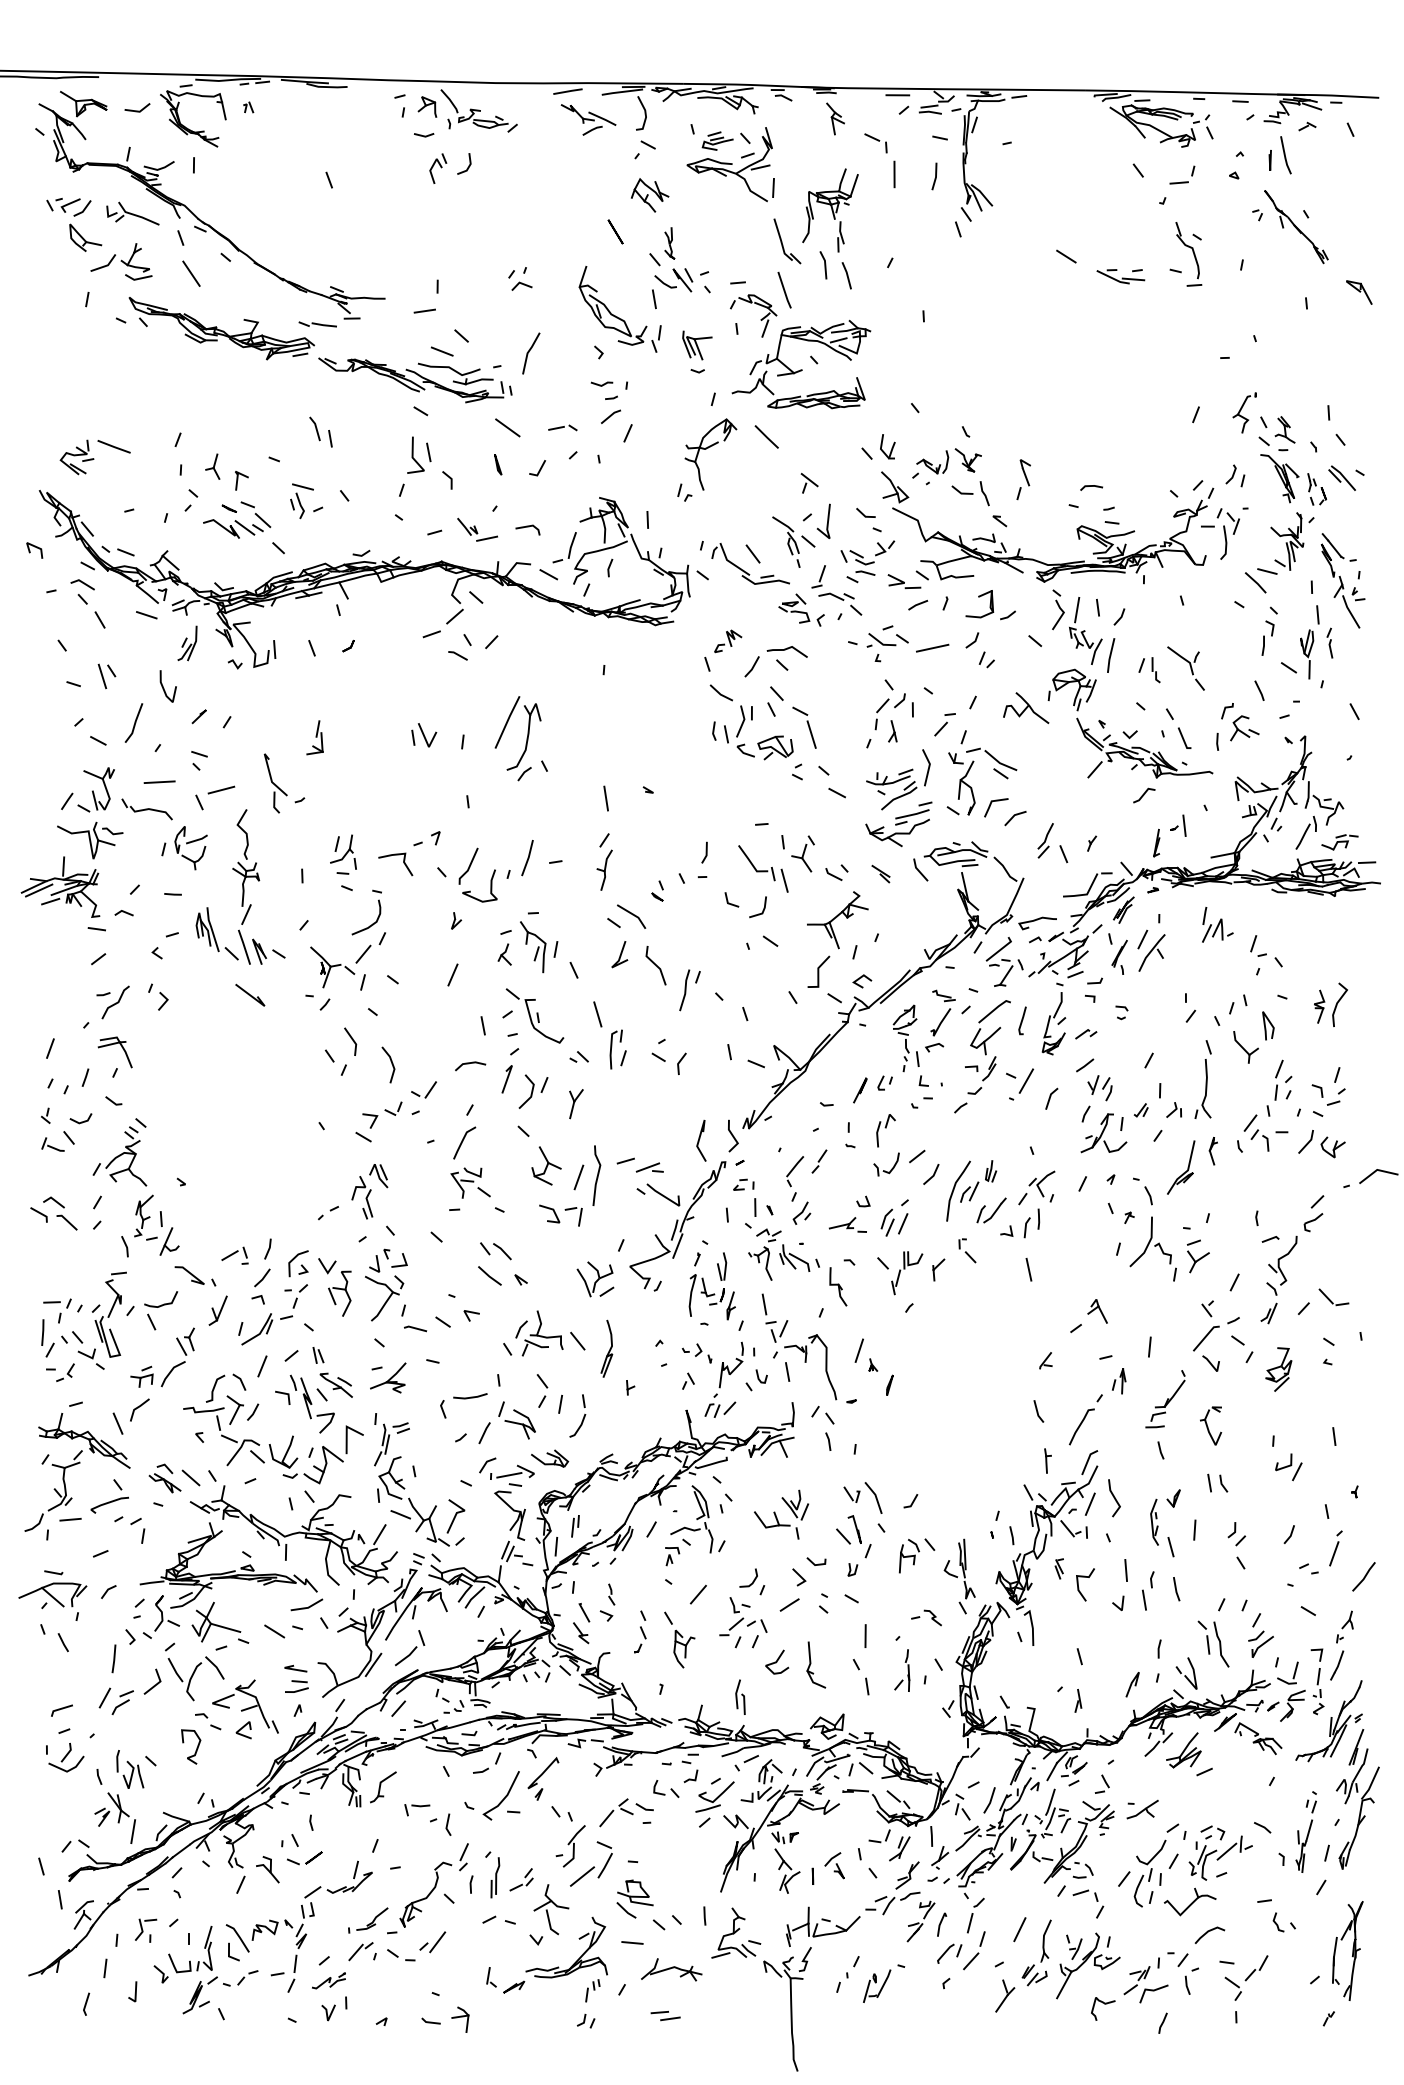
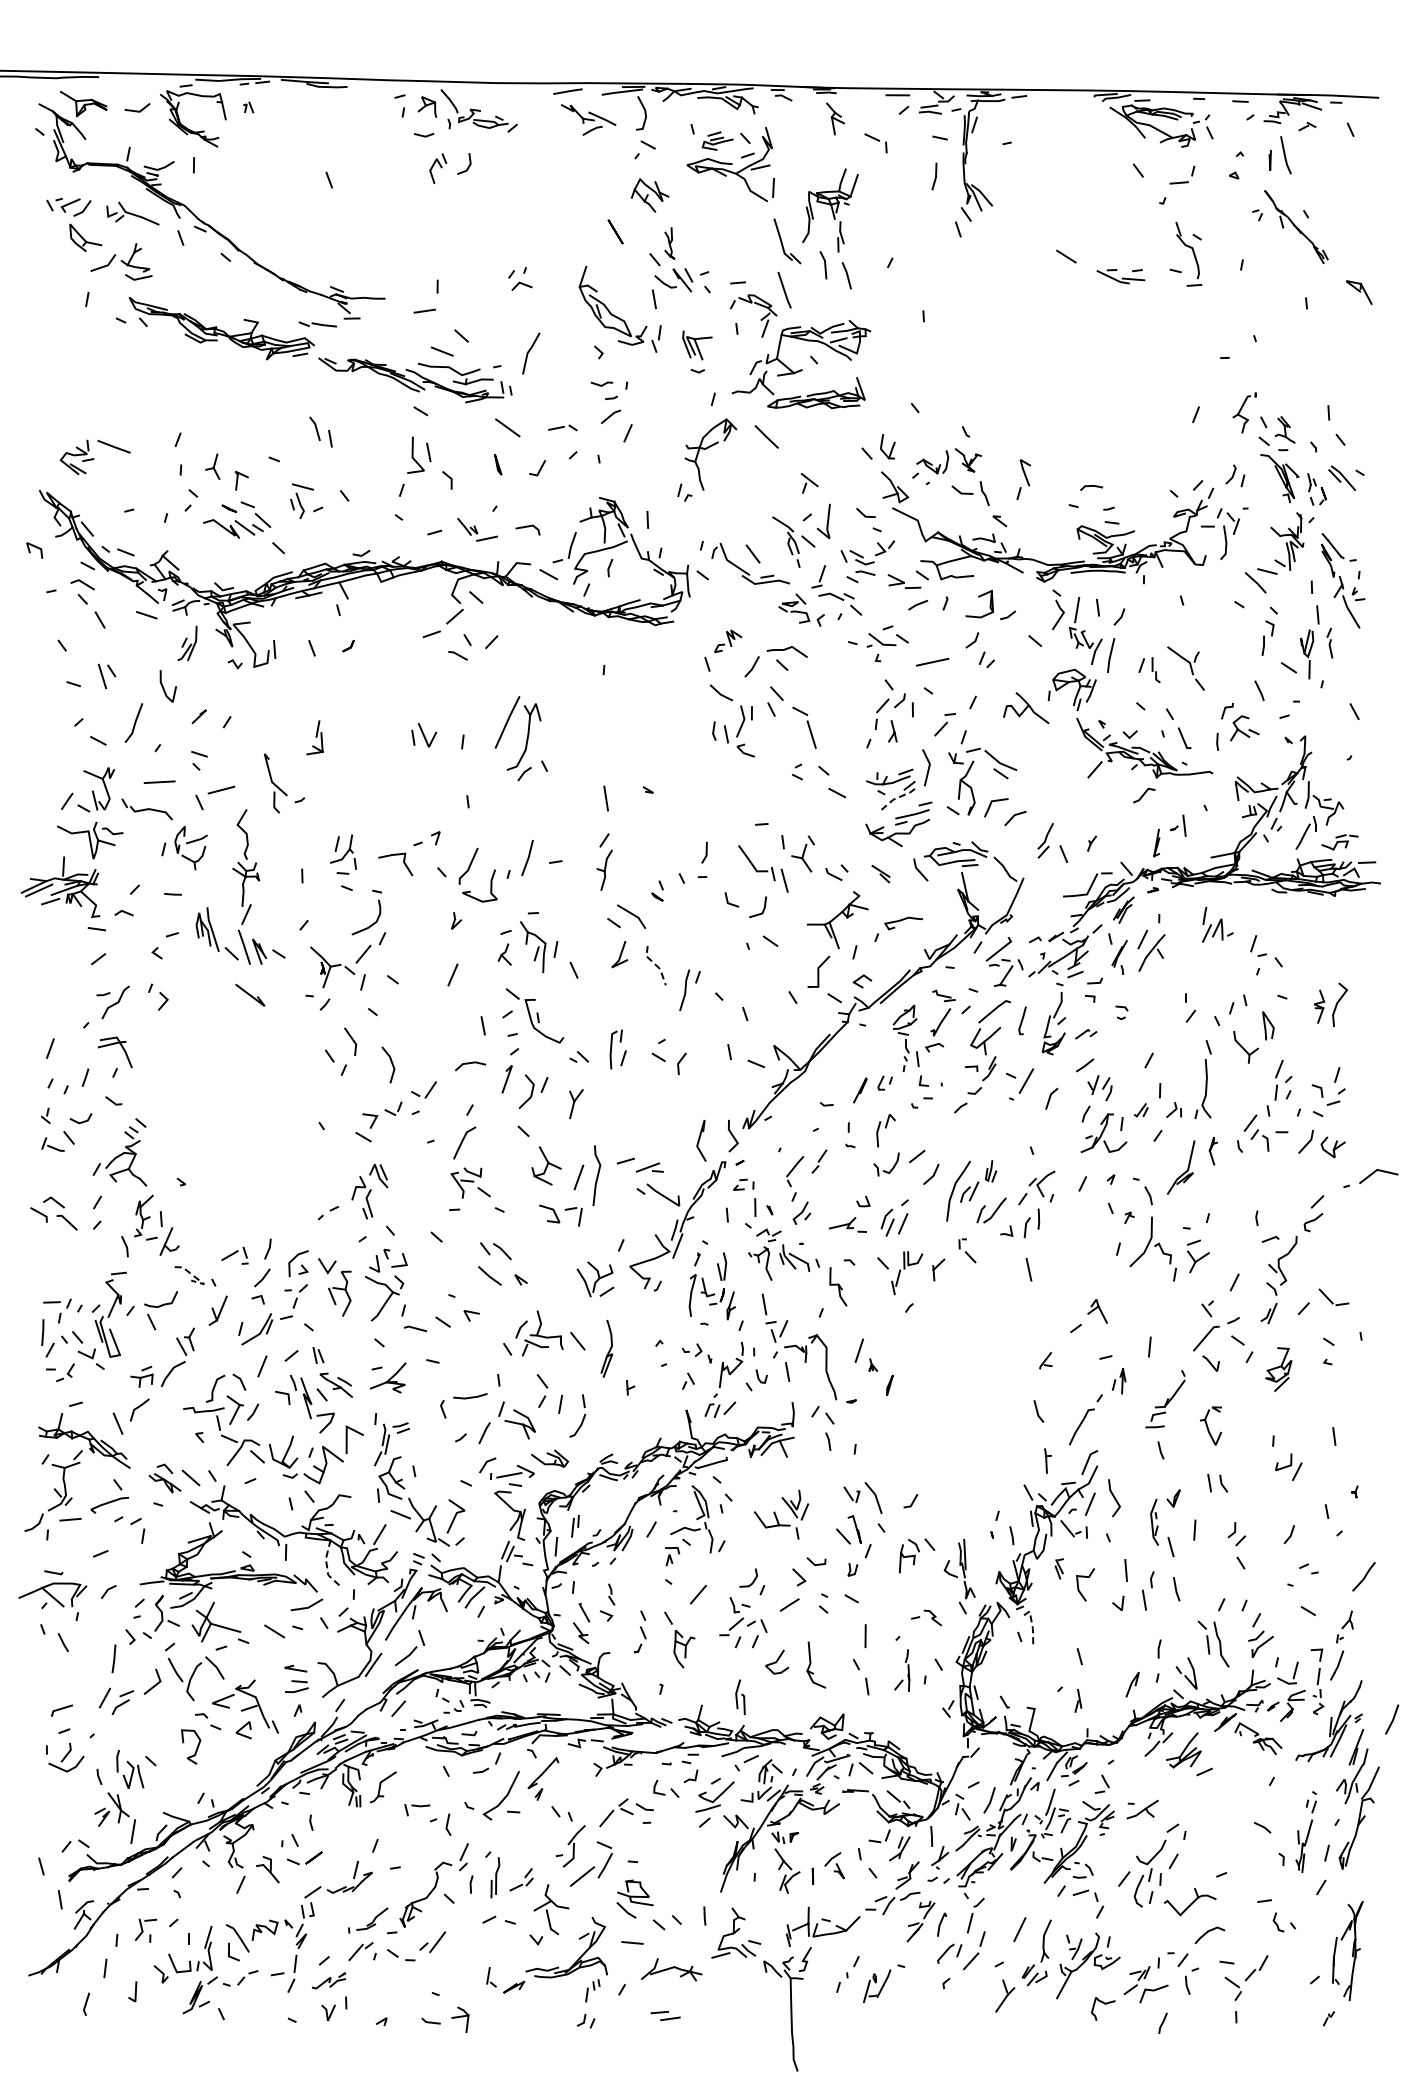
line at (894, 174): present -> none
line at (191, 273): present -> none
line at (932, 647) position: (932, 647) -> (932, 661)
part at (775, 747): present -> none
line at (898, 797): solid -> dashed
curve at (1035, 921) position: (1035, 921) -> (901, 921)
line at (655, 965): solid -> dashed
line at (597, 1014): present -> none
line at (195, 1277): solid -> dashed
line at (1334, 1553): present -> none
line at (326, 1564): solid -> dashed
line at (1032, 1625): solid -> dashed
line at (1392, 1719): none -> present
part at (1220, 1852): present -> none
